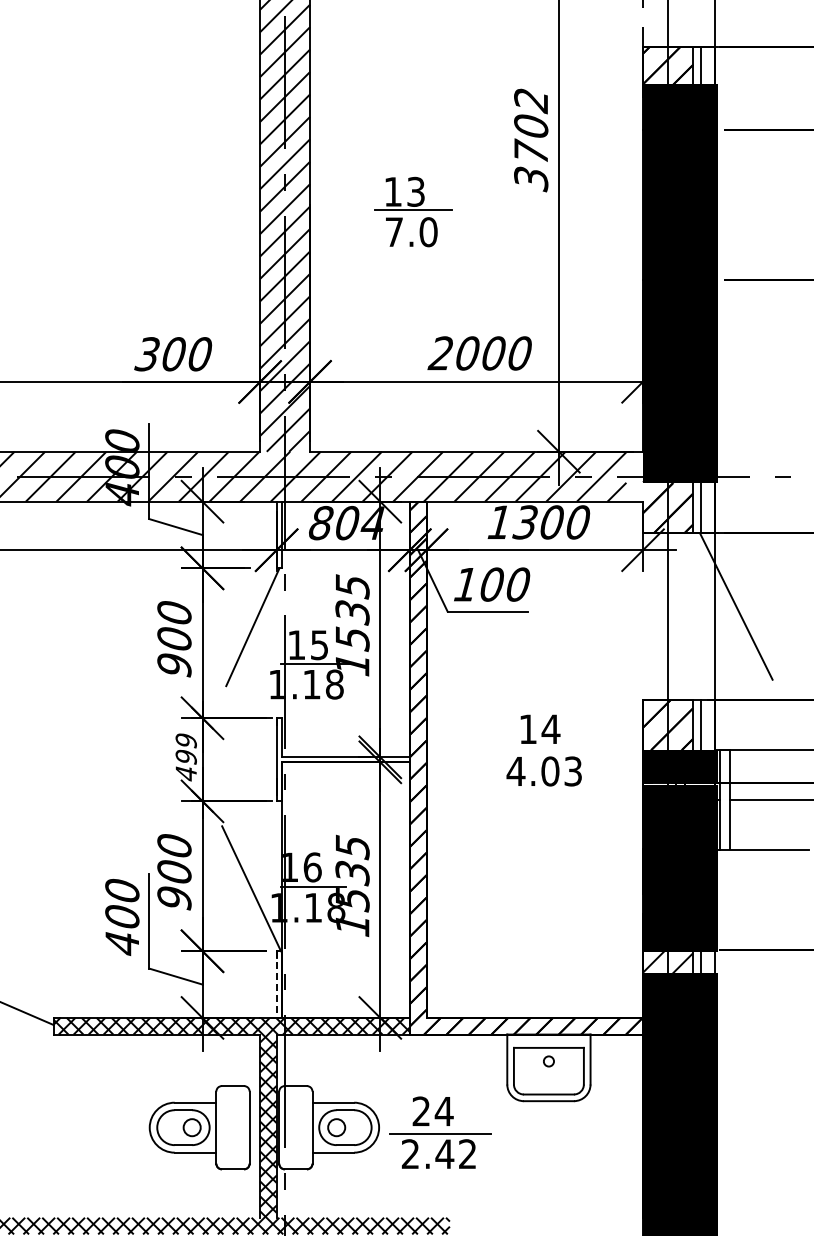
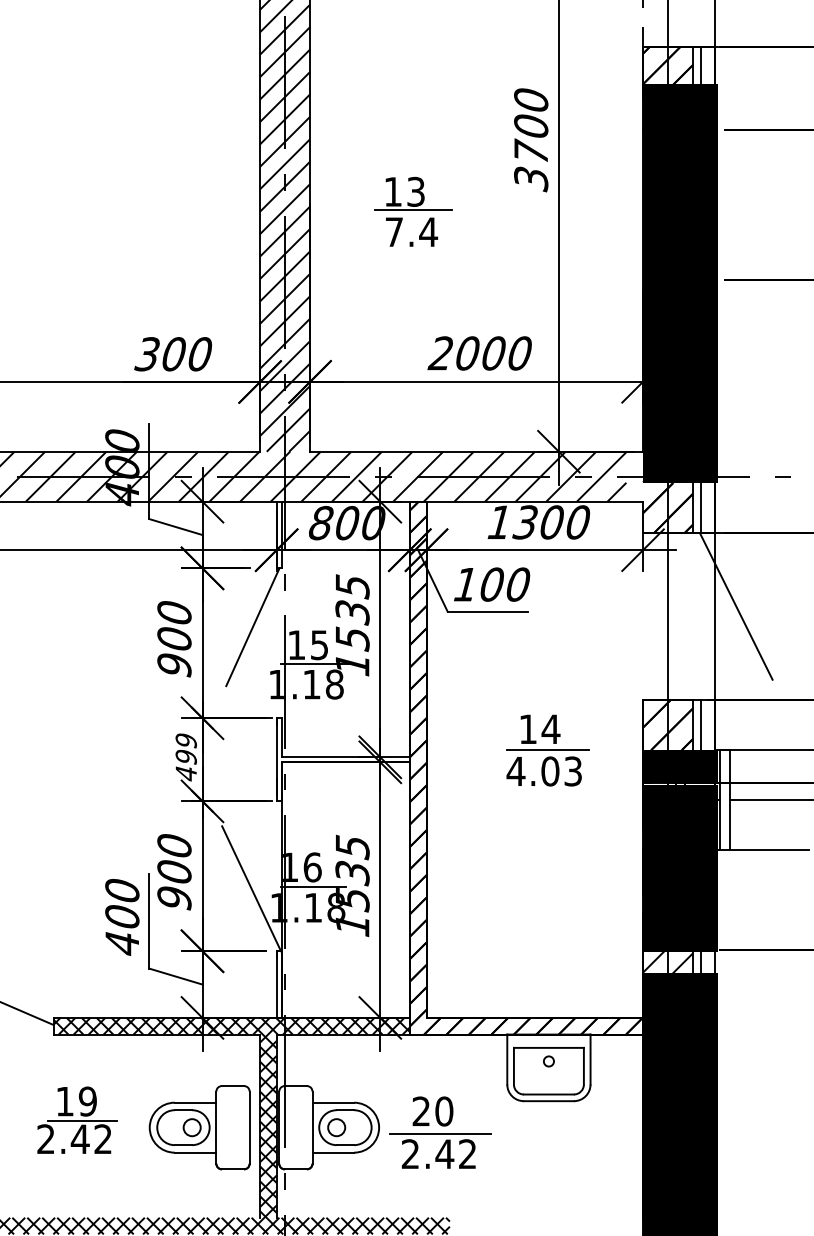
text at (531, 101): 3702 -> 3700
text at (428, 232): 7.0 -> 7.4
text at (372, 522): 804 -> 800
line at (547, 750): none -> present
line at (276, 985): dashed -> solid
text at (443, 1111): 24 -> 20
part at (77, 1119): none -> present
